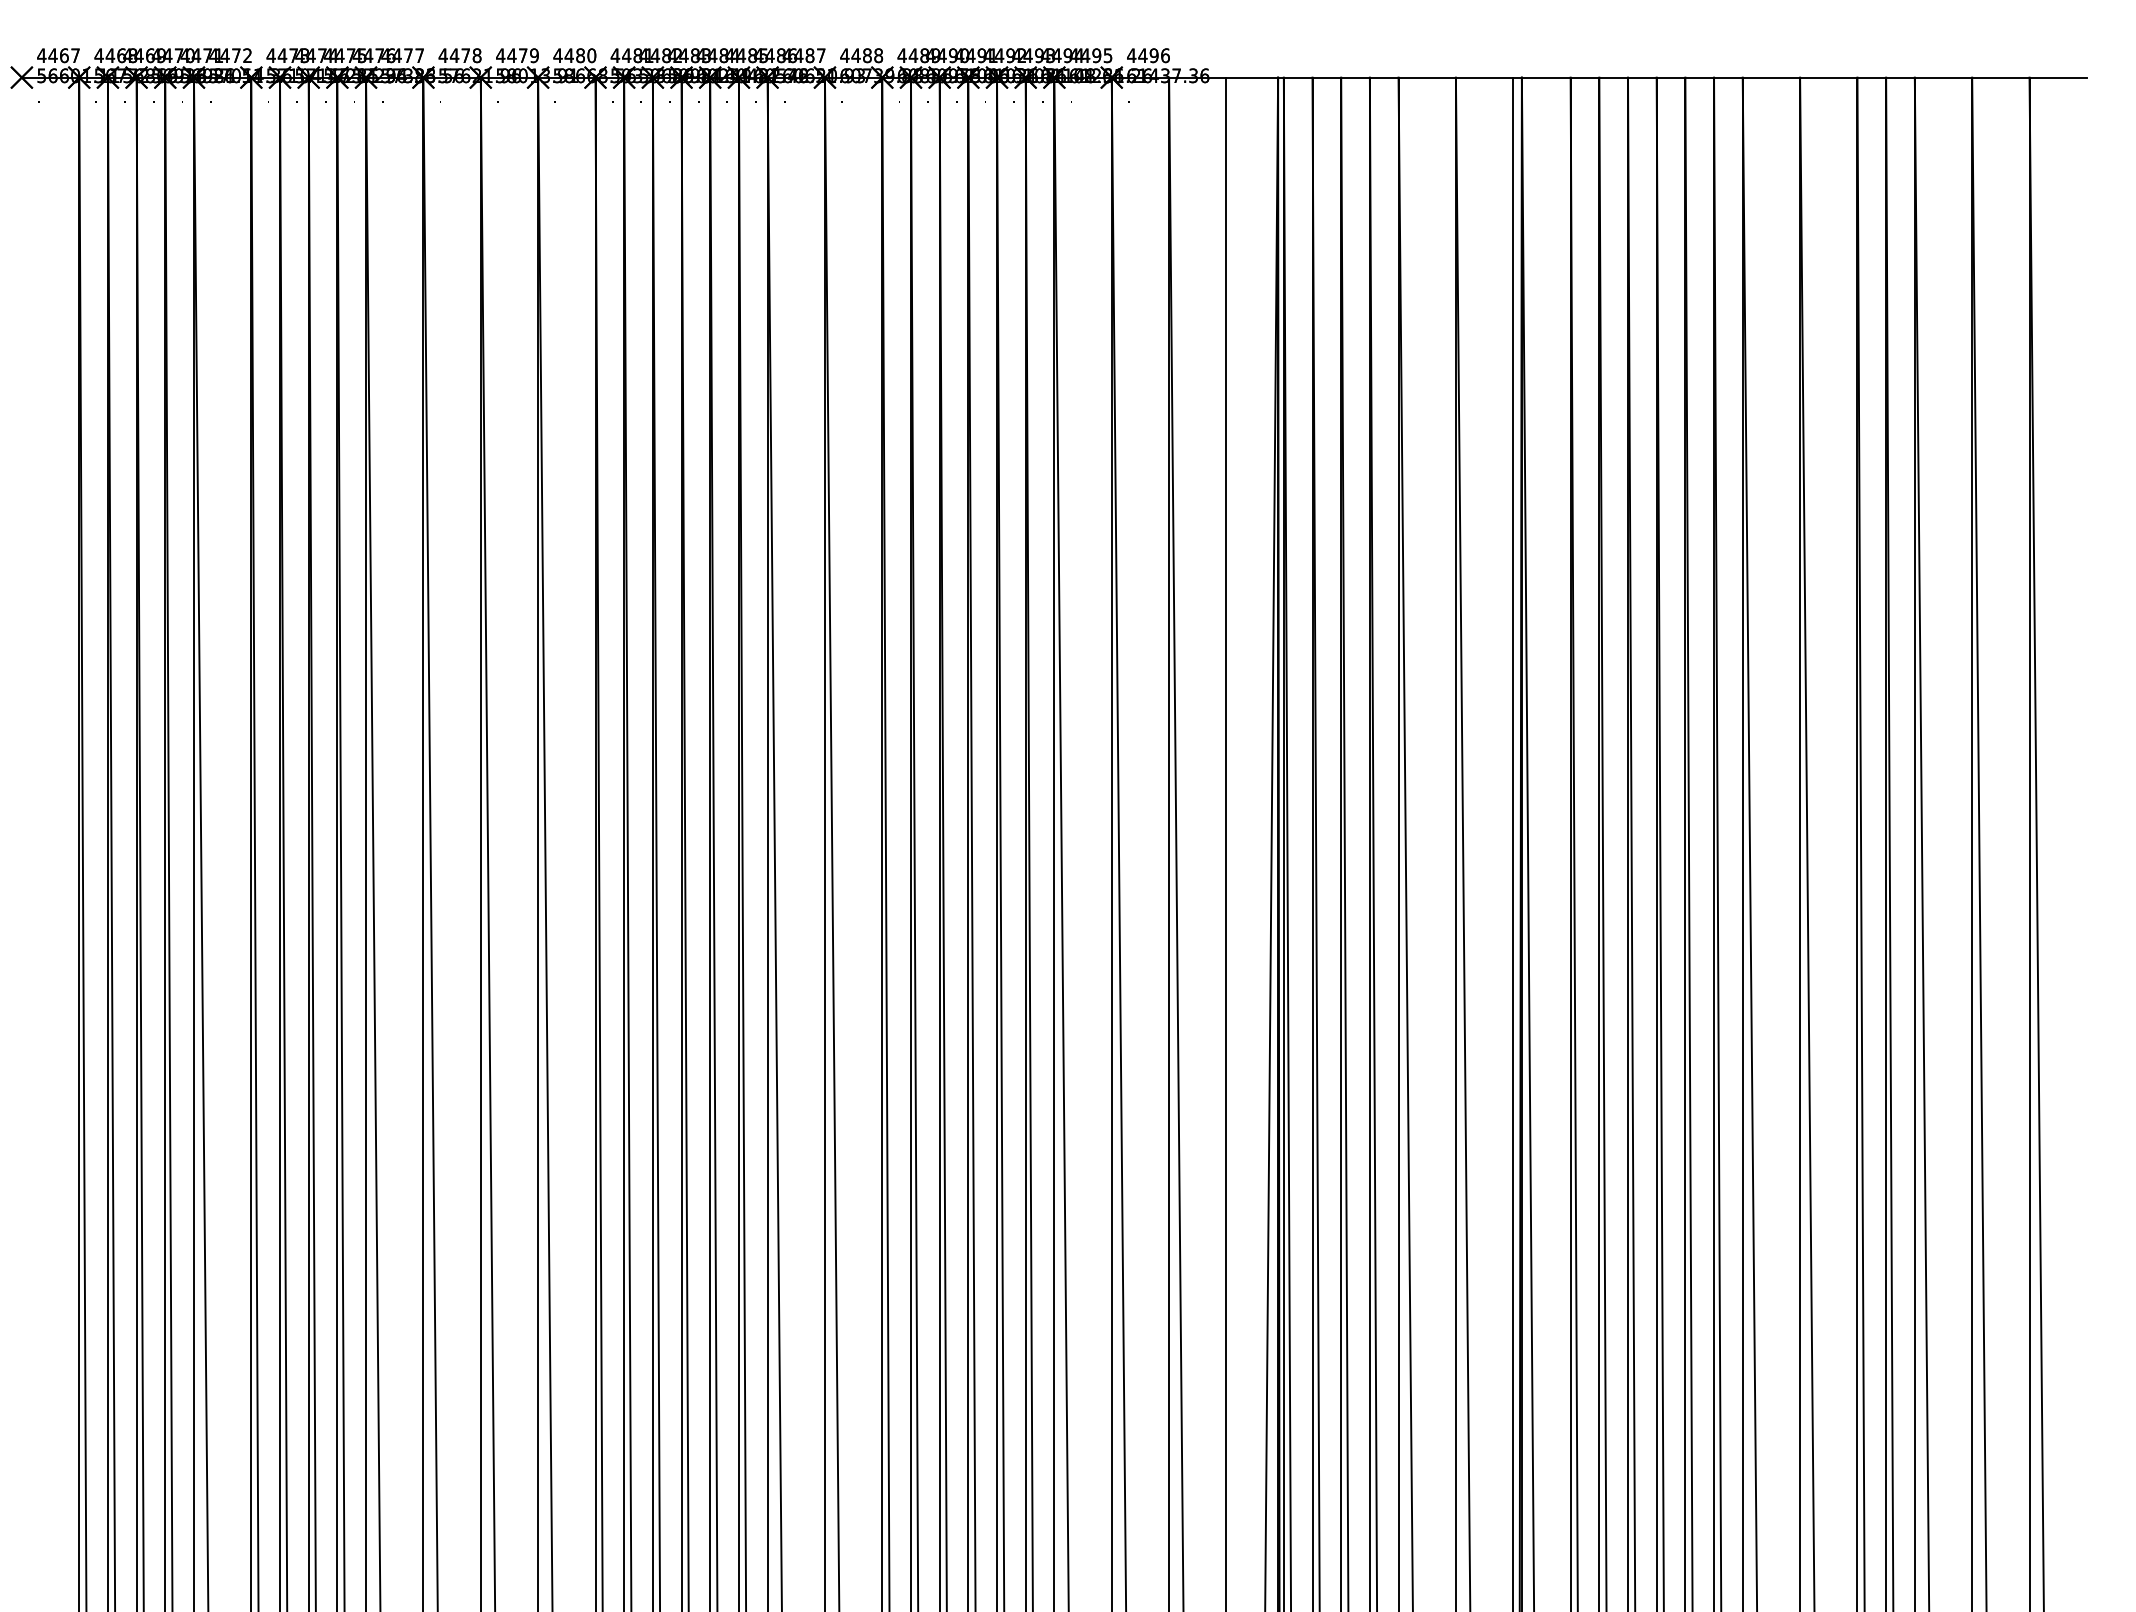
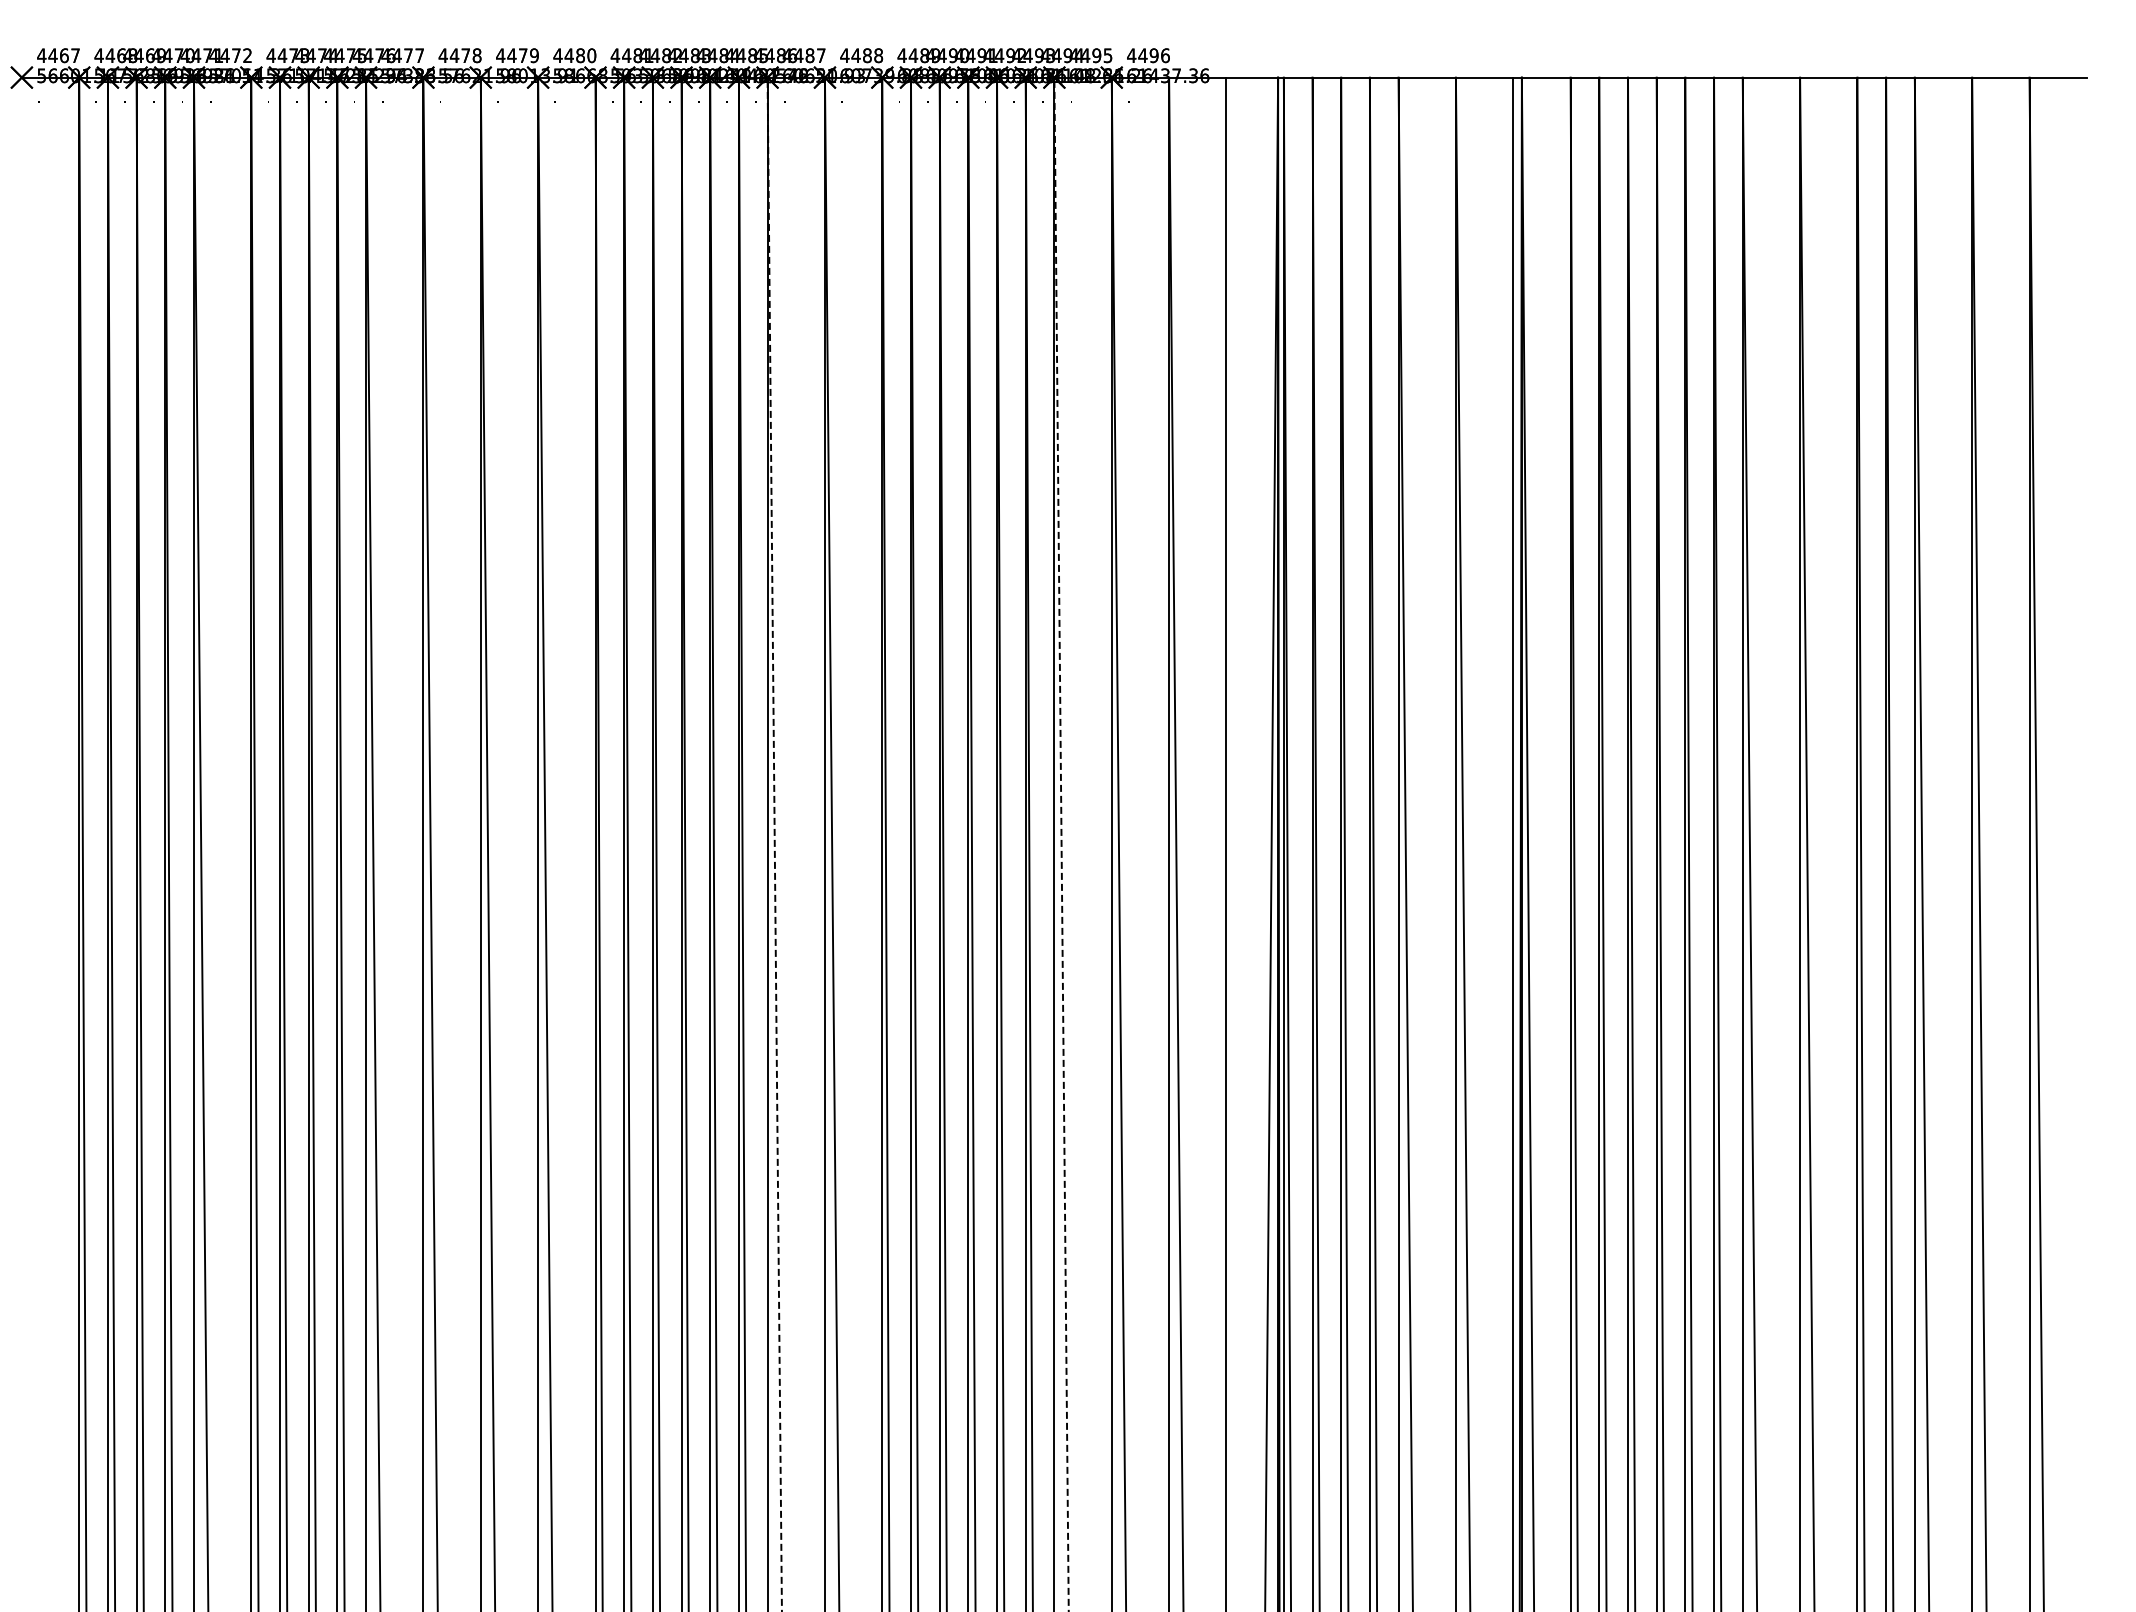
line at (774, 844): solid -> dashed
line at (1061, 844): solid -> dashed
